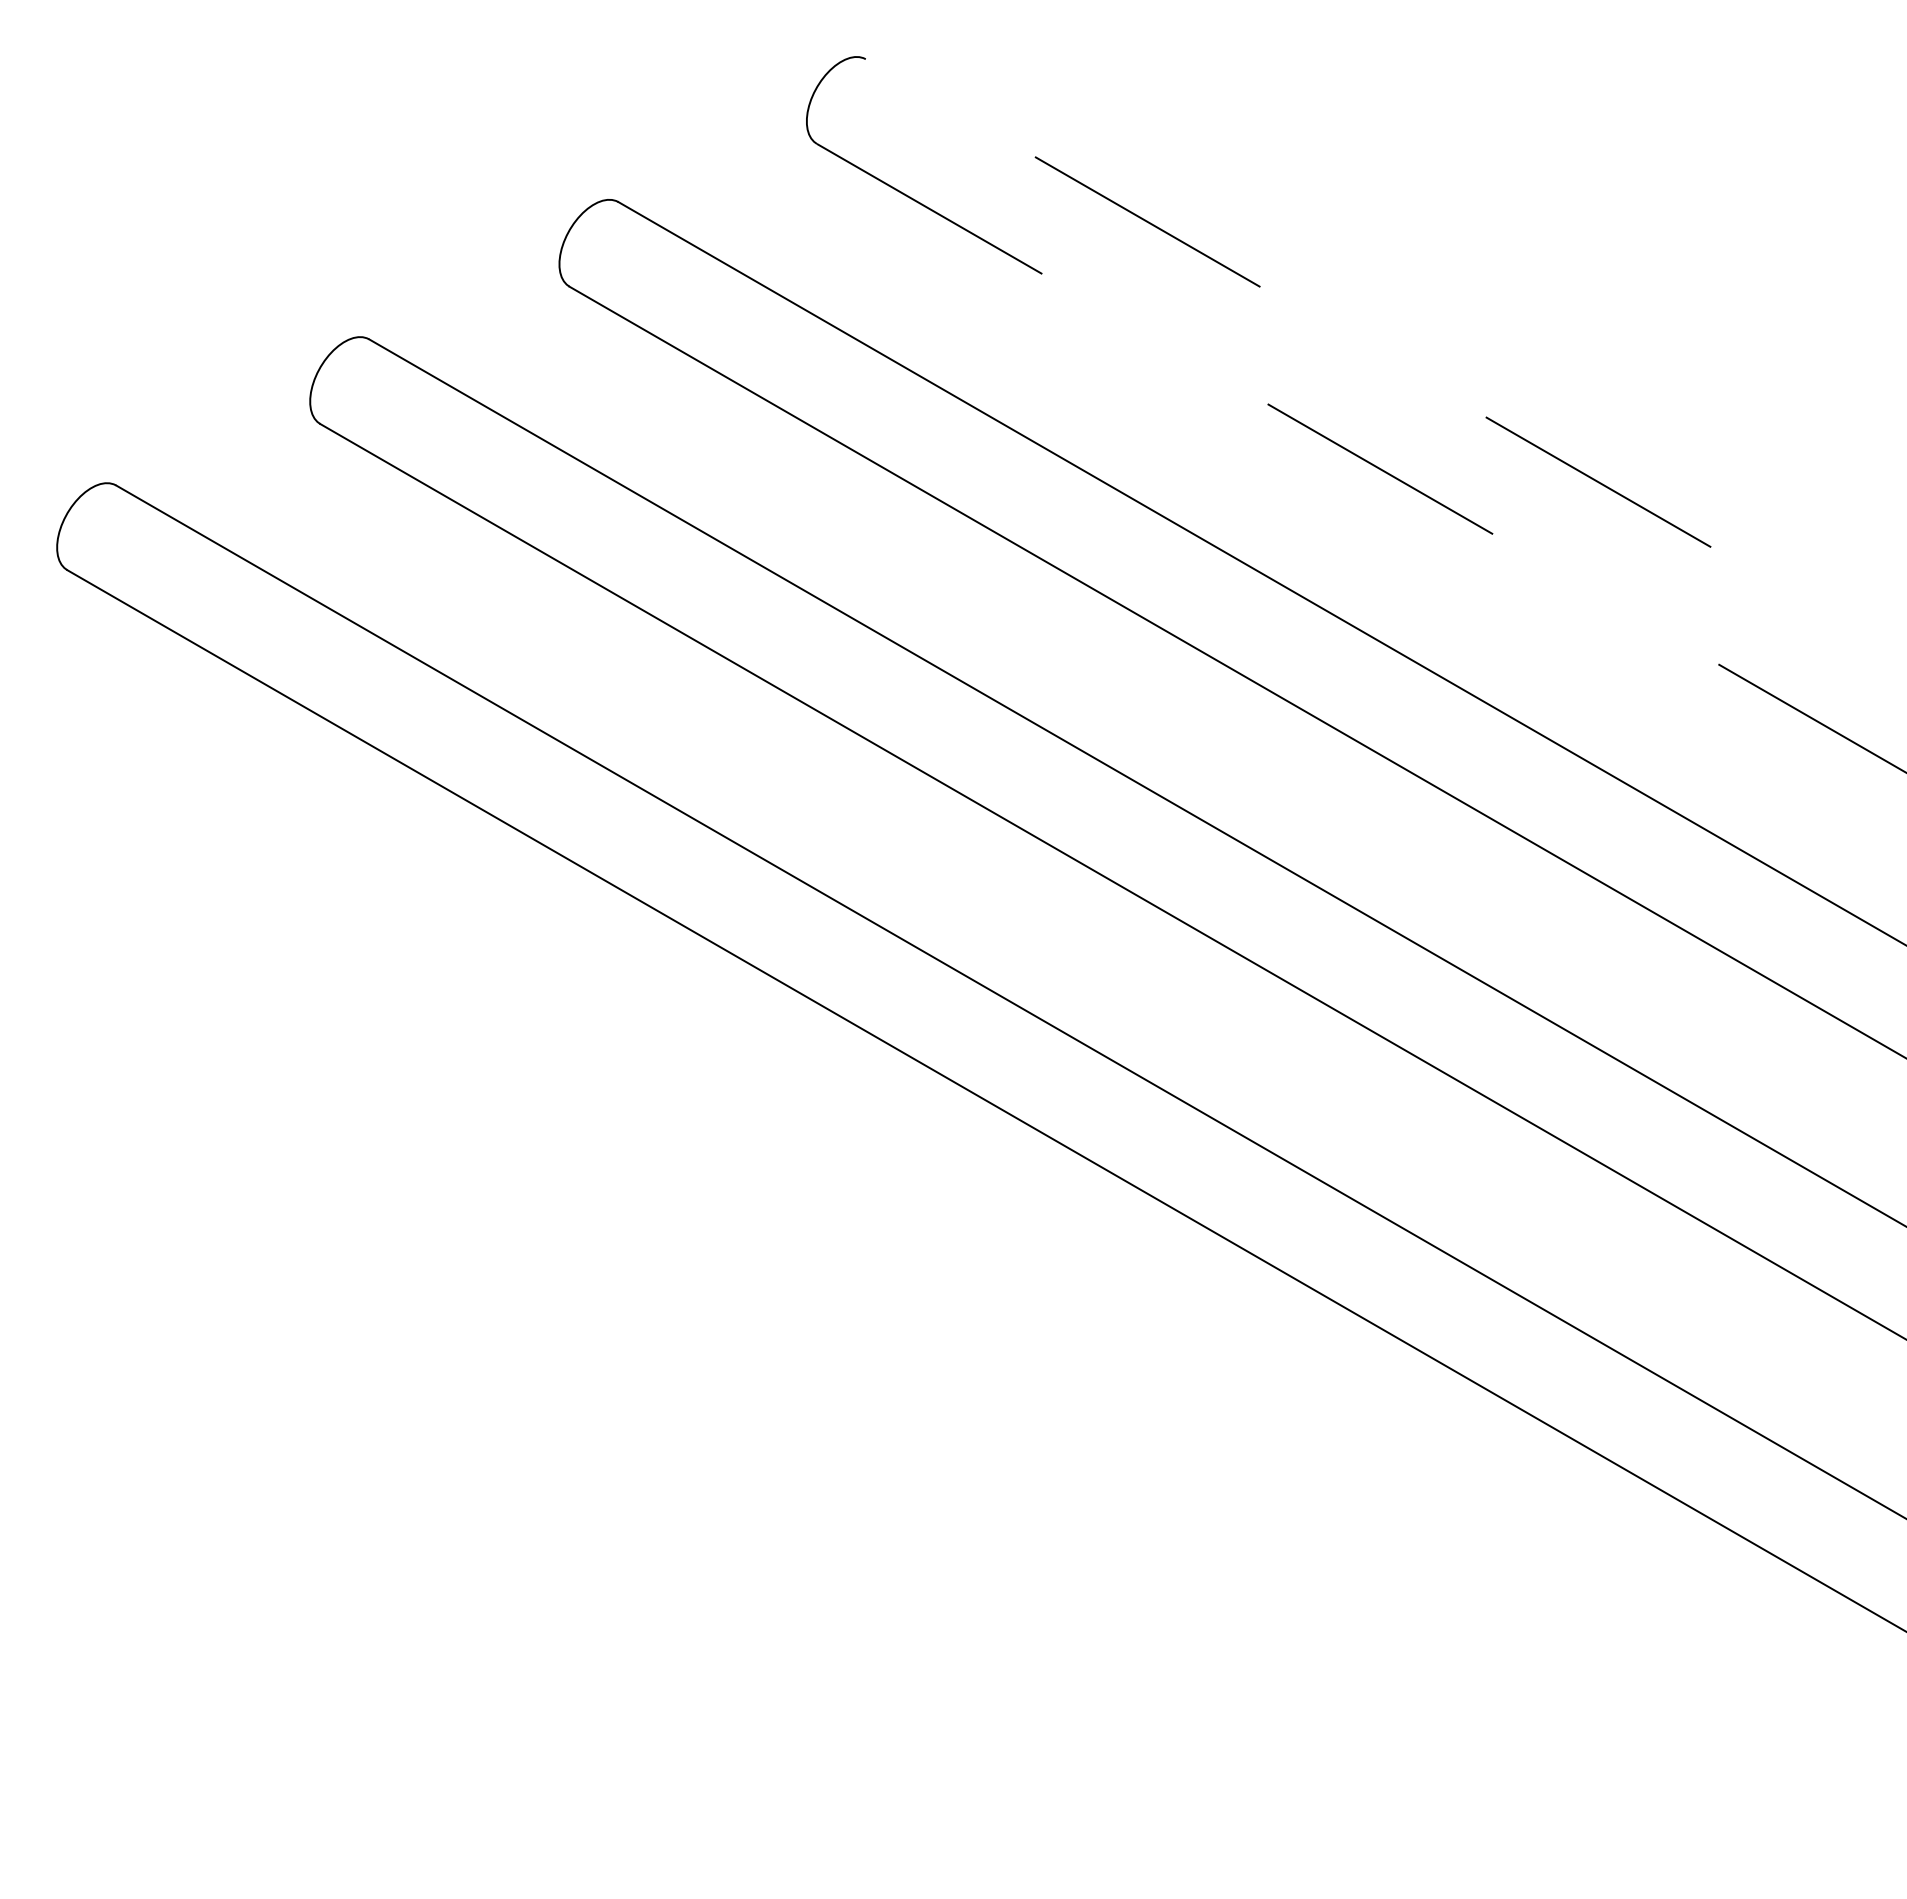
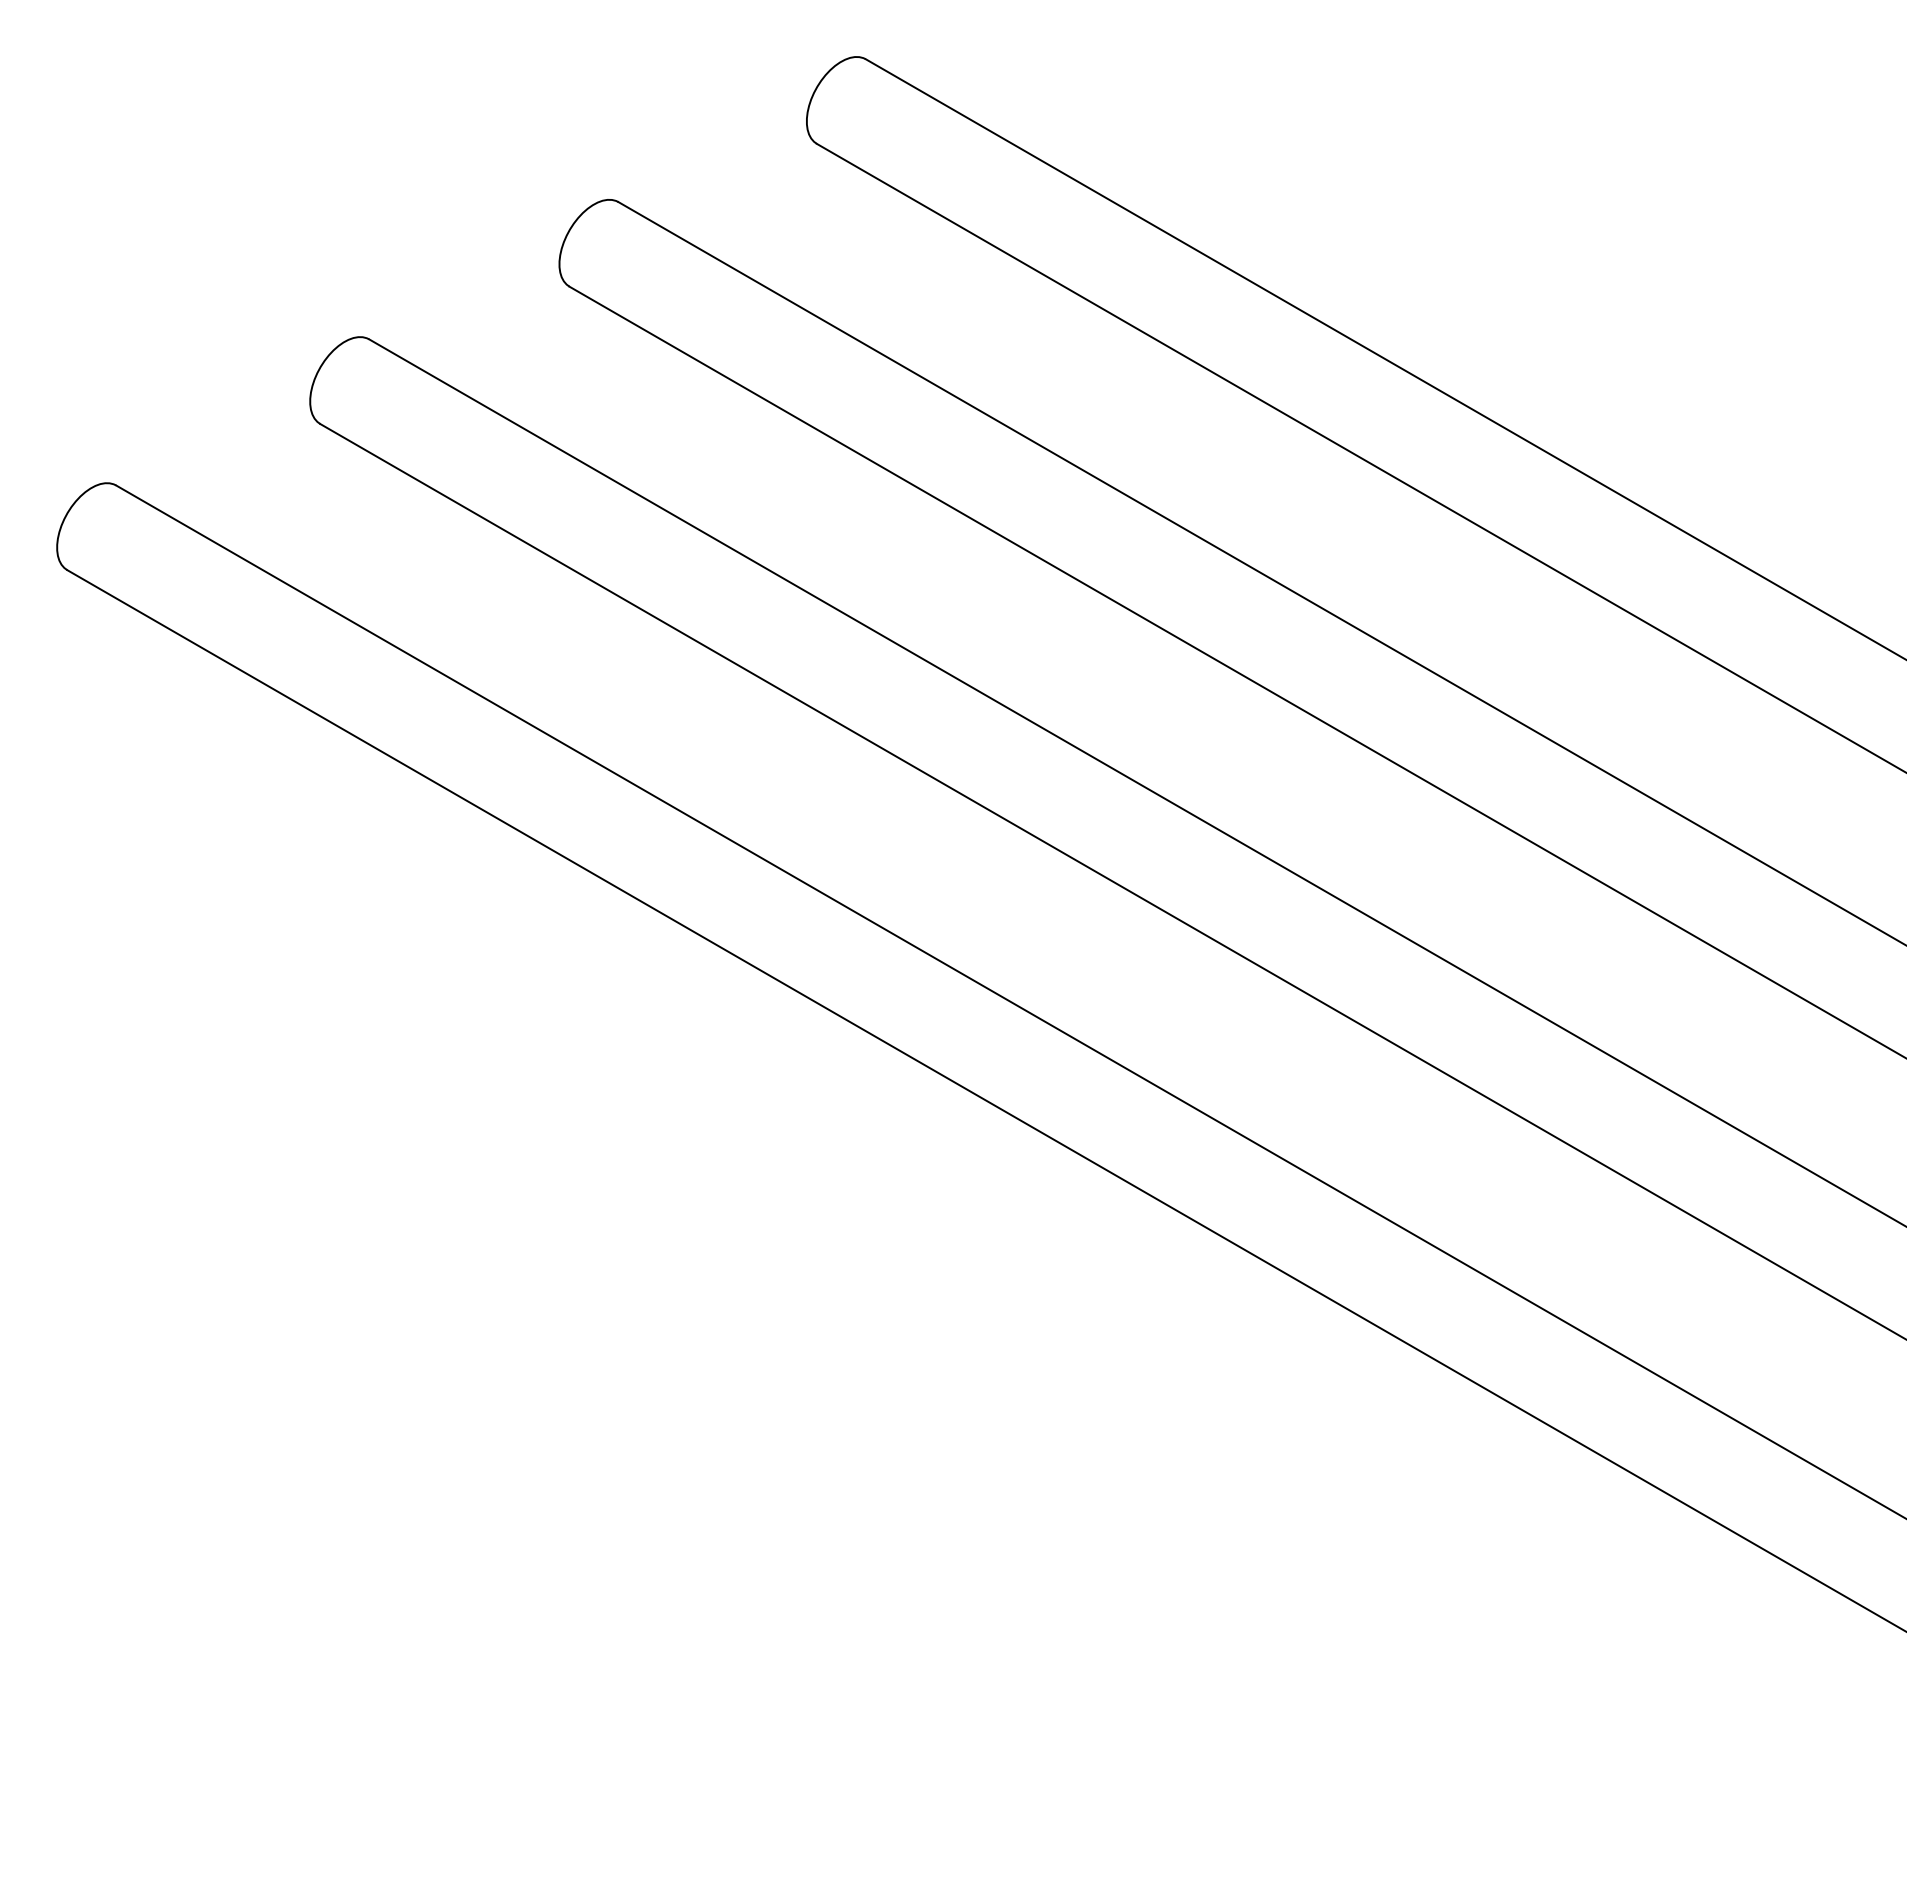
line at (1386, 359): dashed -> solid
line at (1361, 458): dashed -> solid
